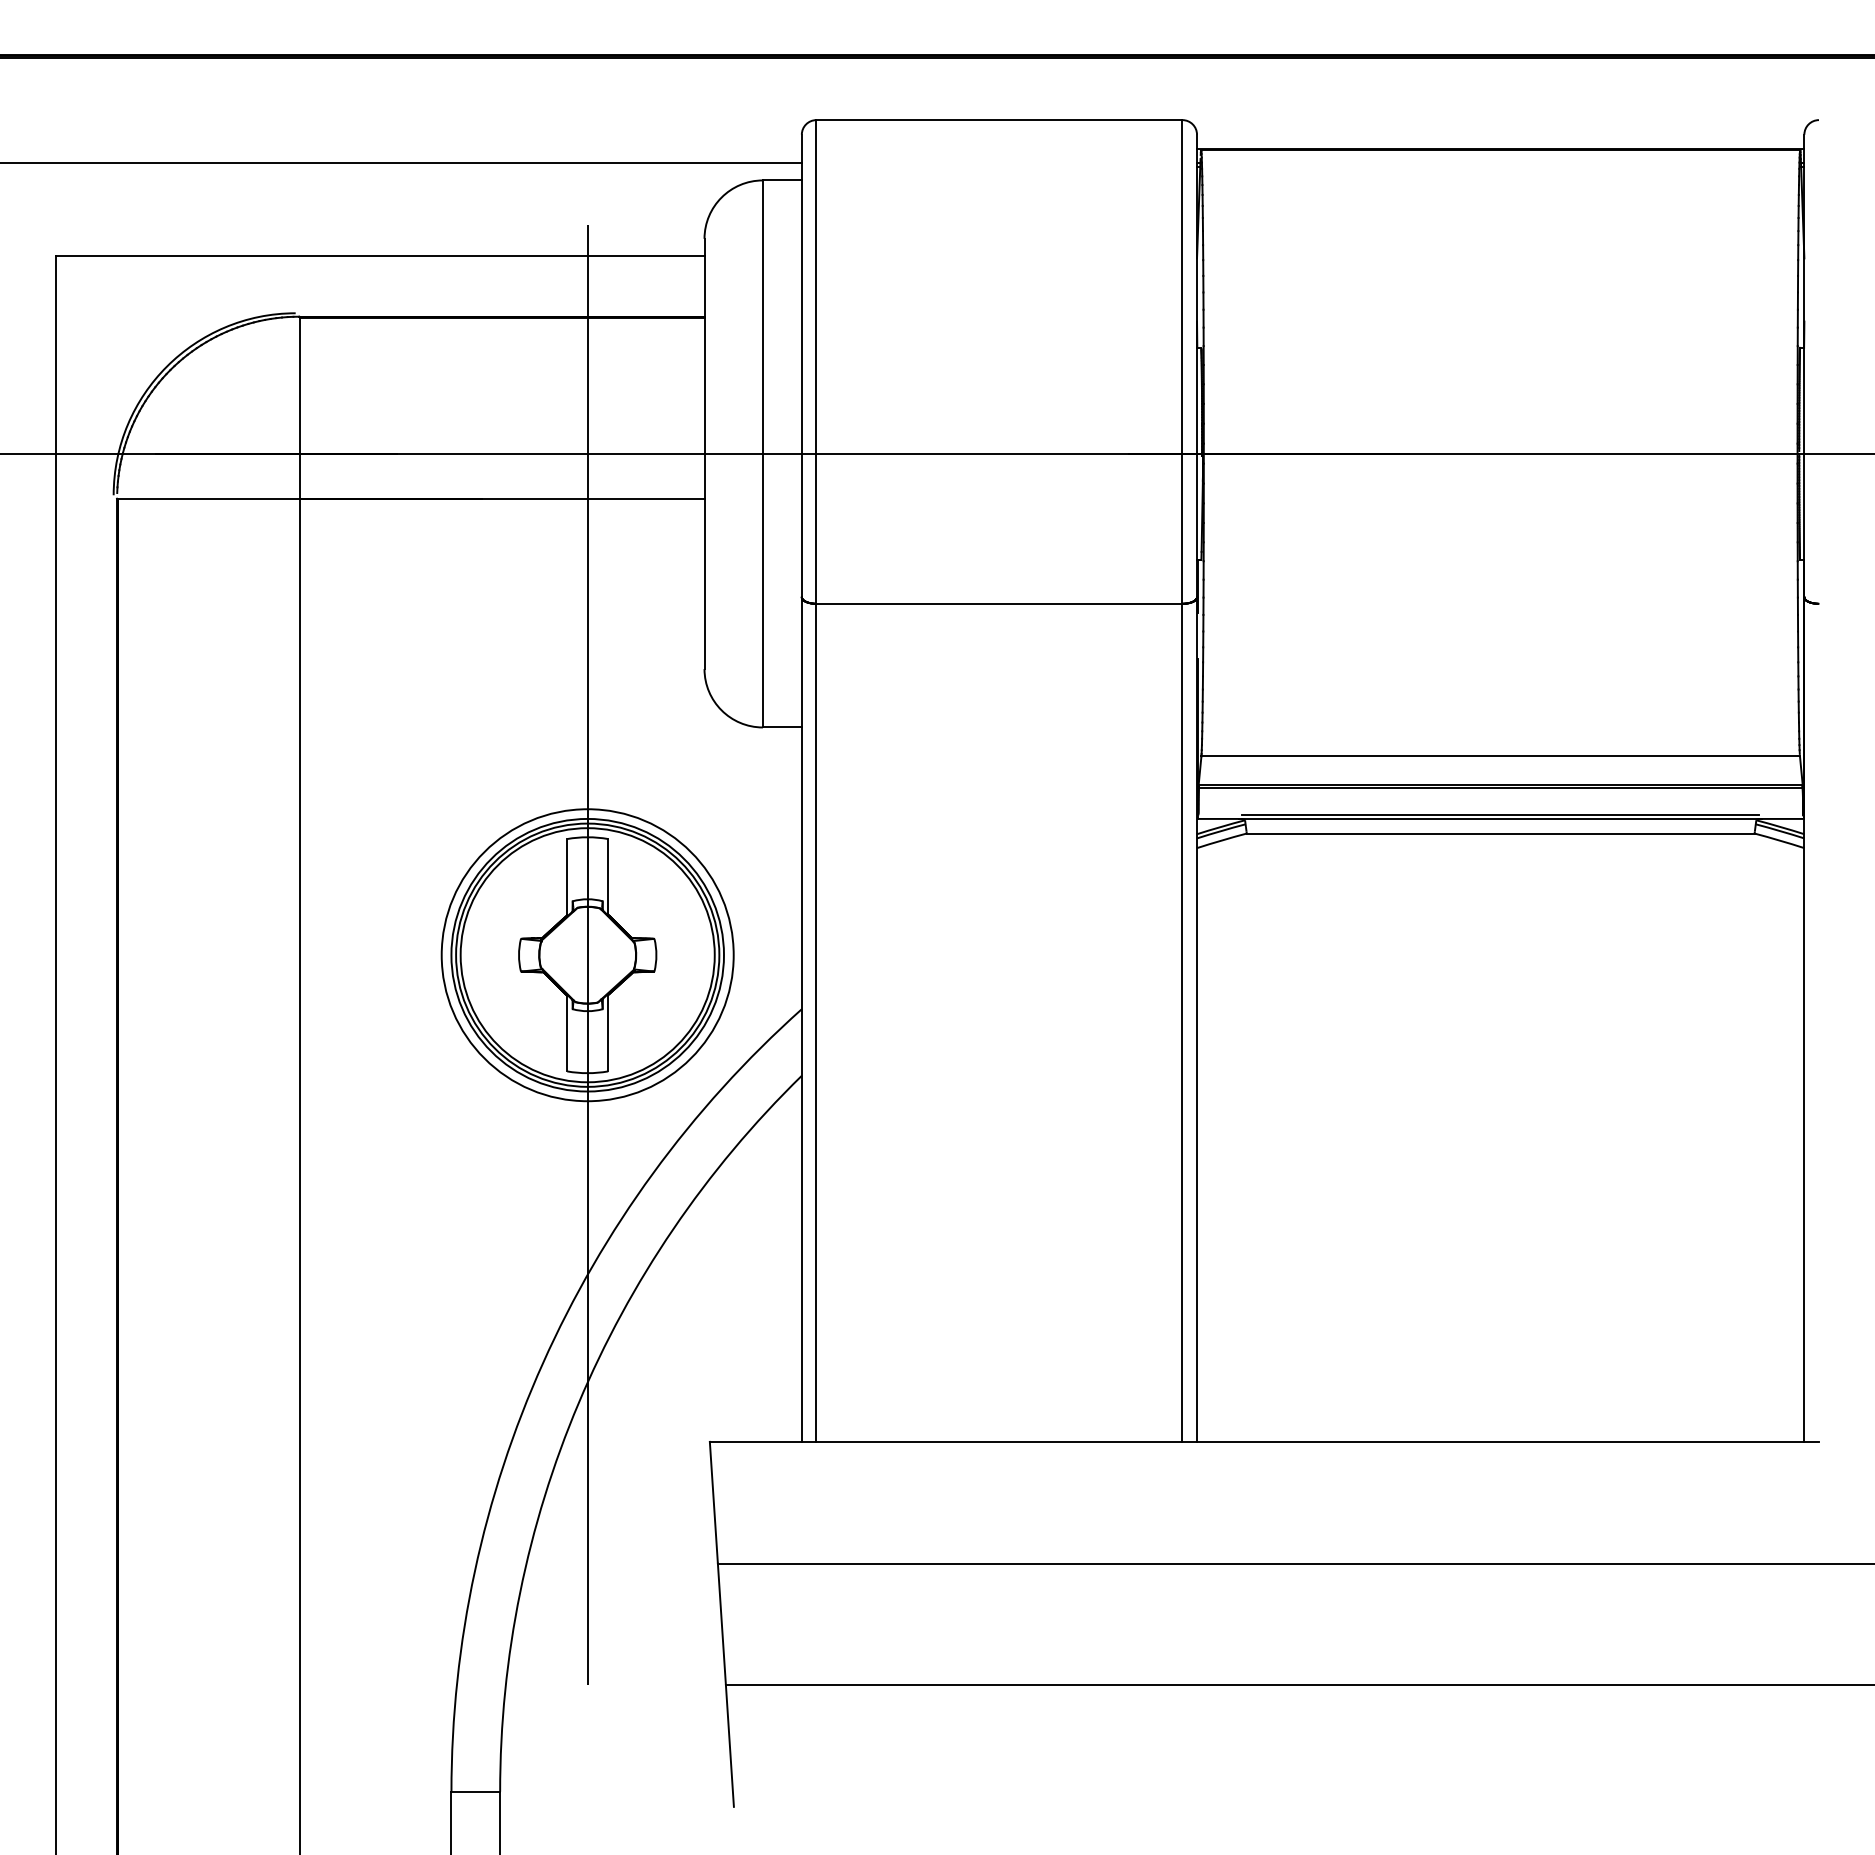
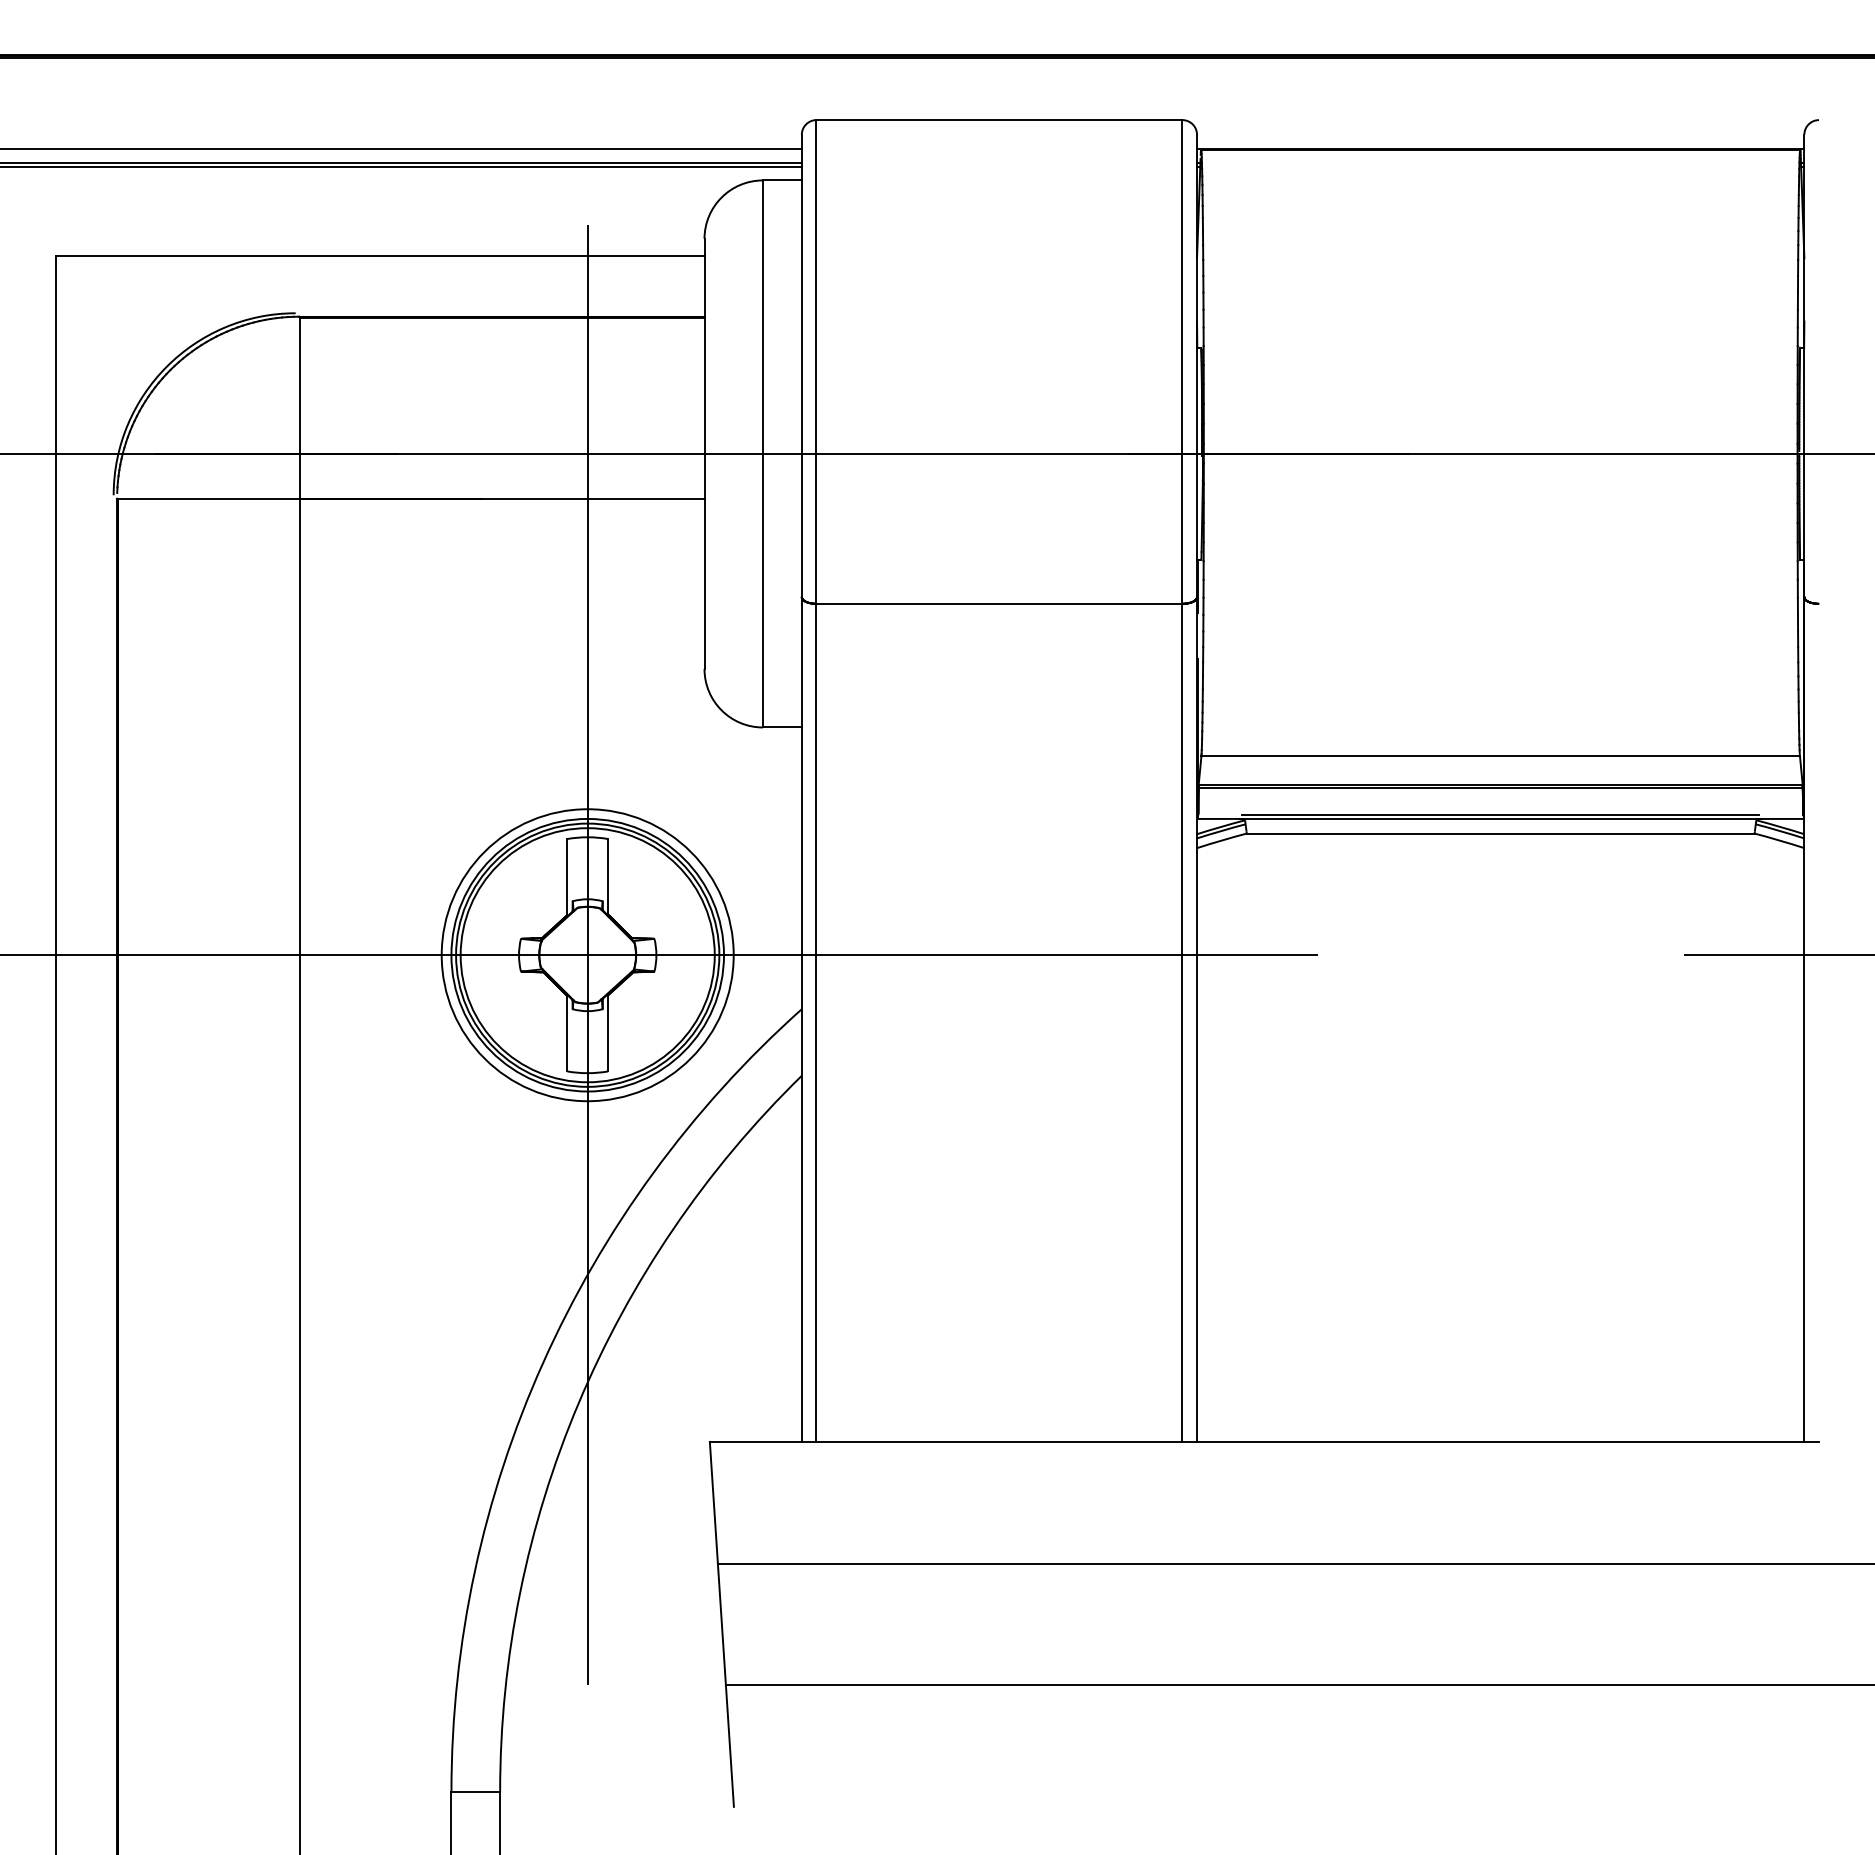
line at (401, 148): none -> present
line at (401, 167): none -> present
line at (659, 955): none -> present
line at (1777, 955): none -> present
